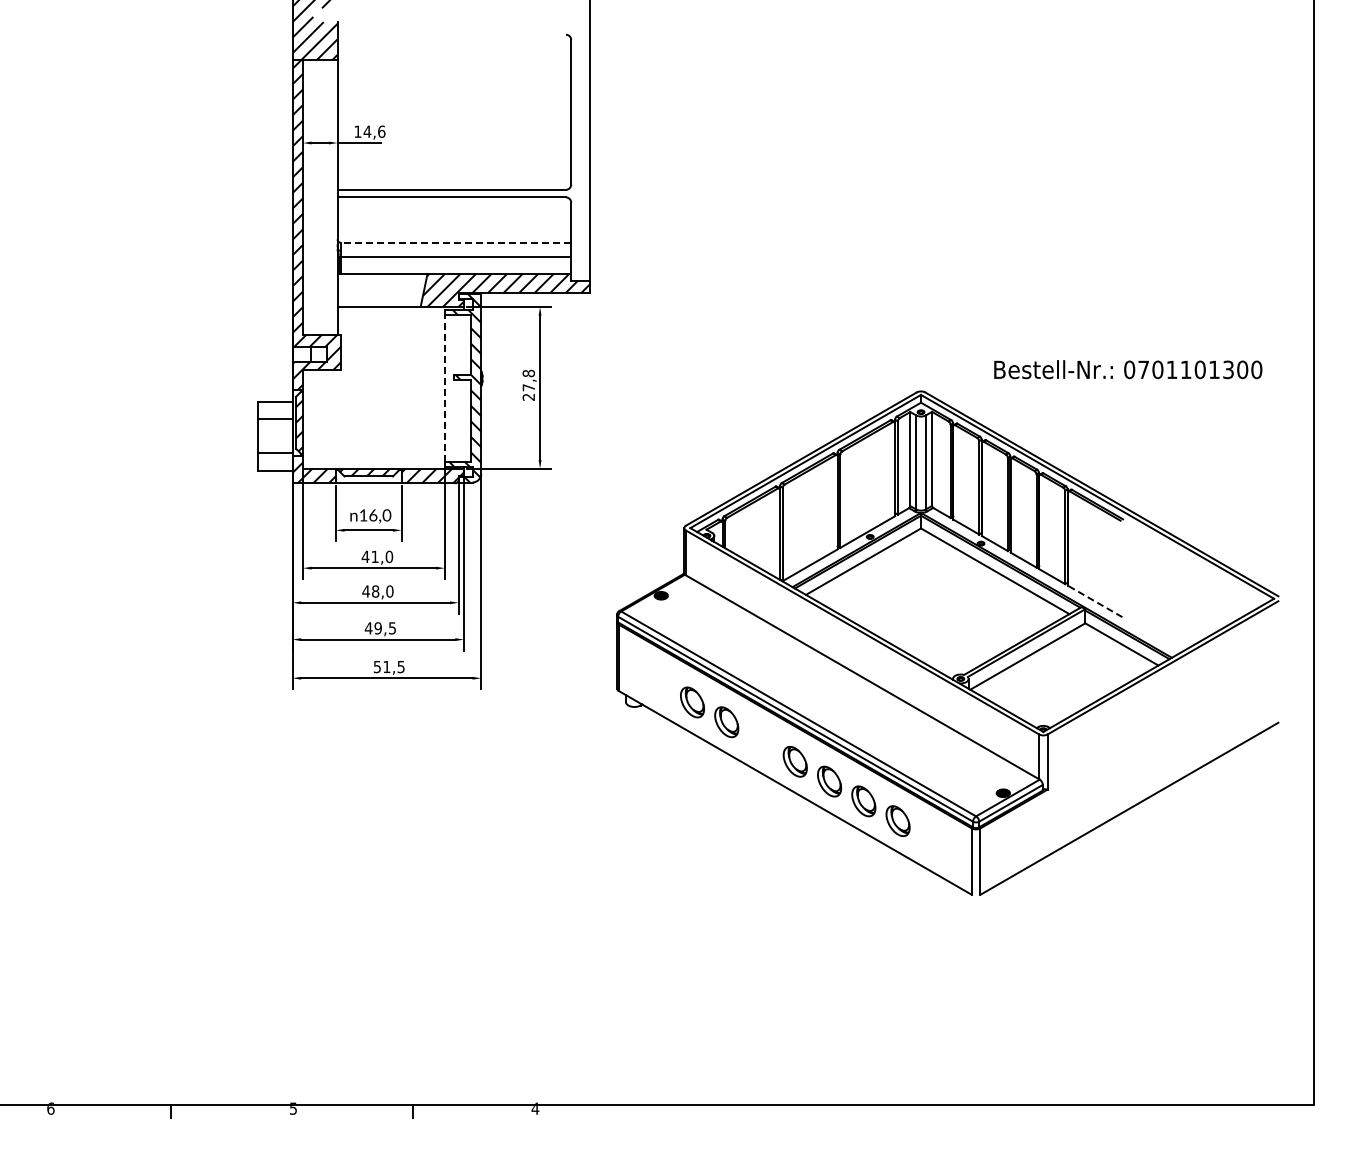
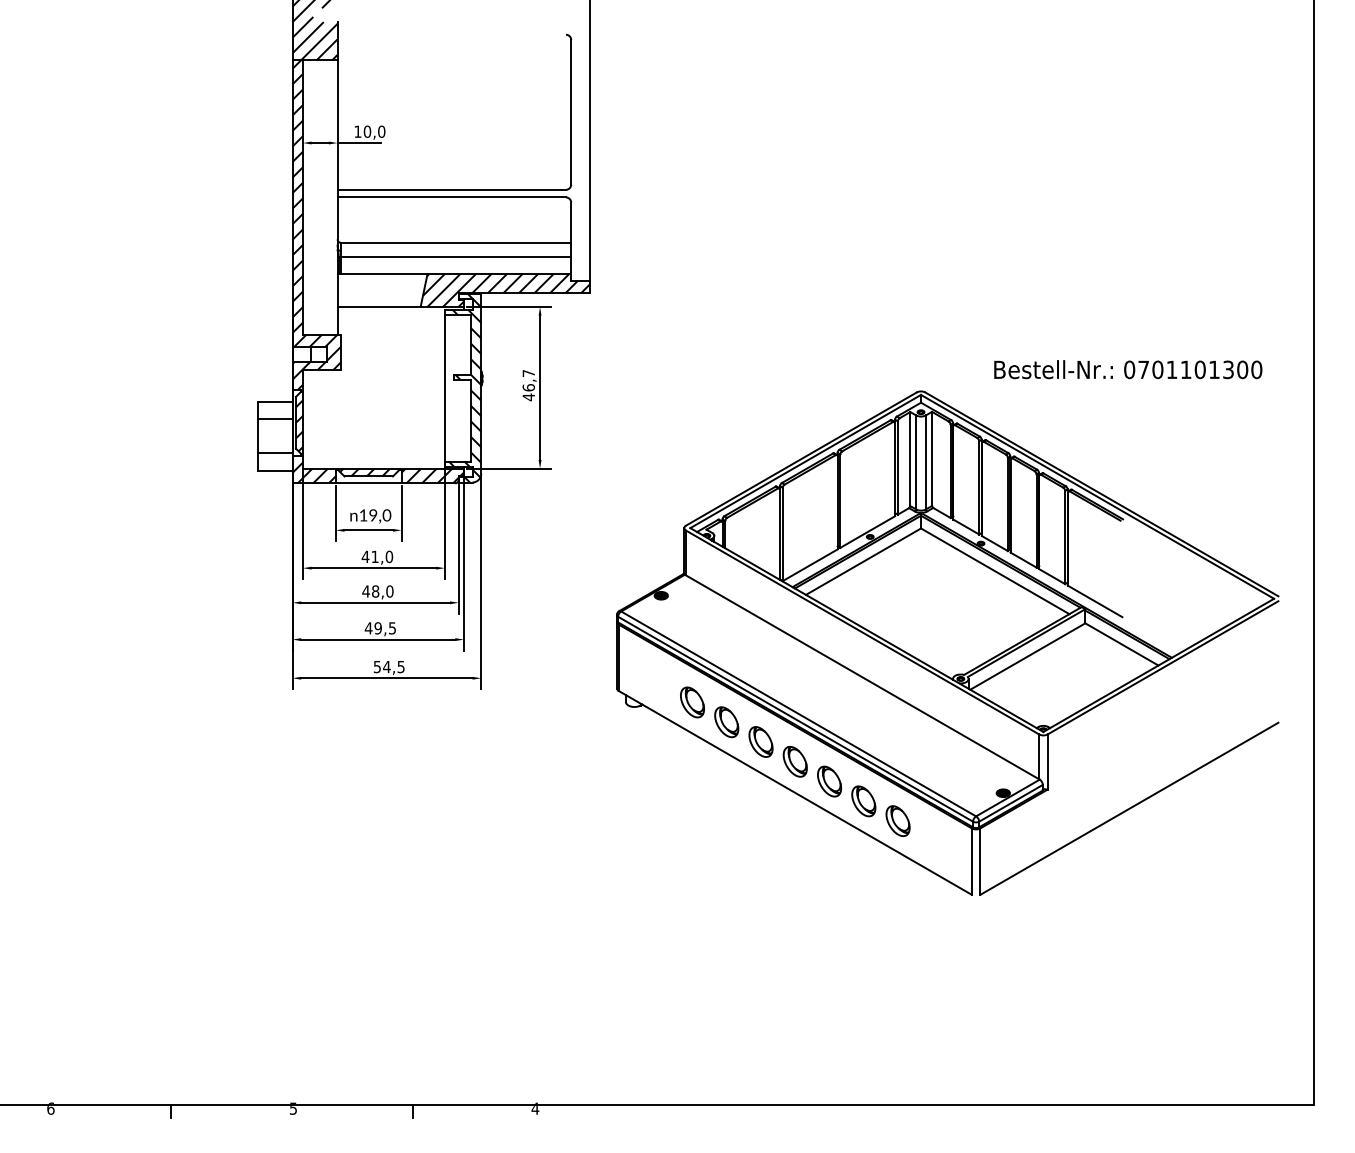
text at (374, 131): 14,6 -> 10,0
line at (455, 242): dashed -> solid
text at (528, 385): 27,8 -> 46,7
line at (444, 388): dashed -> solid
text at (373, 515): 16,0 -> 19,0
line at (1095, 601): dashed -> solid
text at (386, 666): 51,5 -> 54,5
part at (760, 741): none -> present
